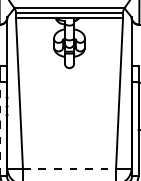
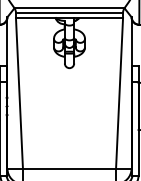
line at (0, 128): dashed -> solid
line at (69, 168): dashed -> solid
